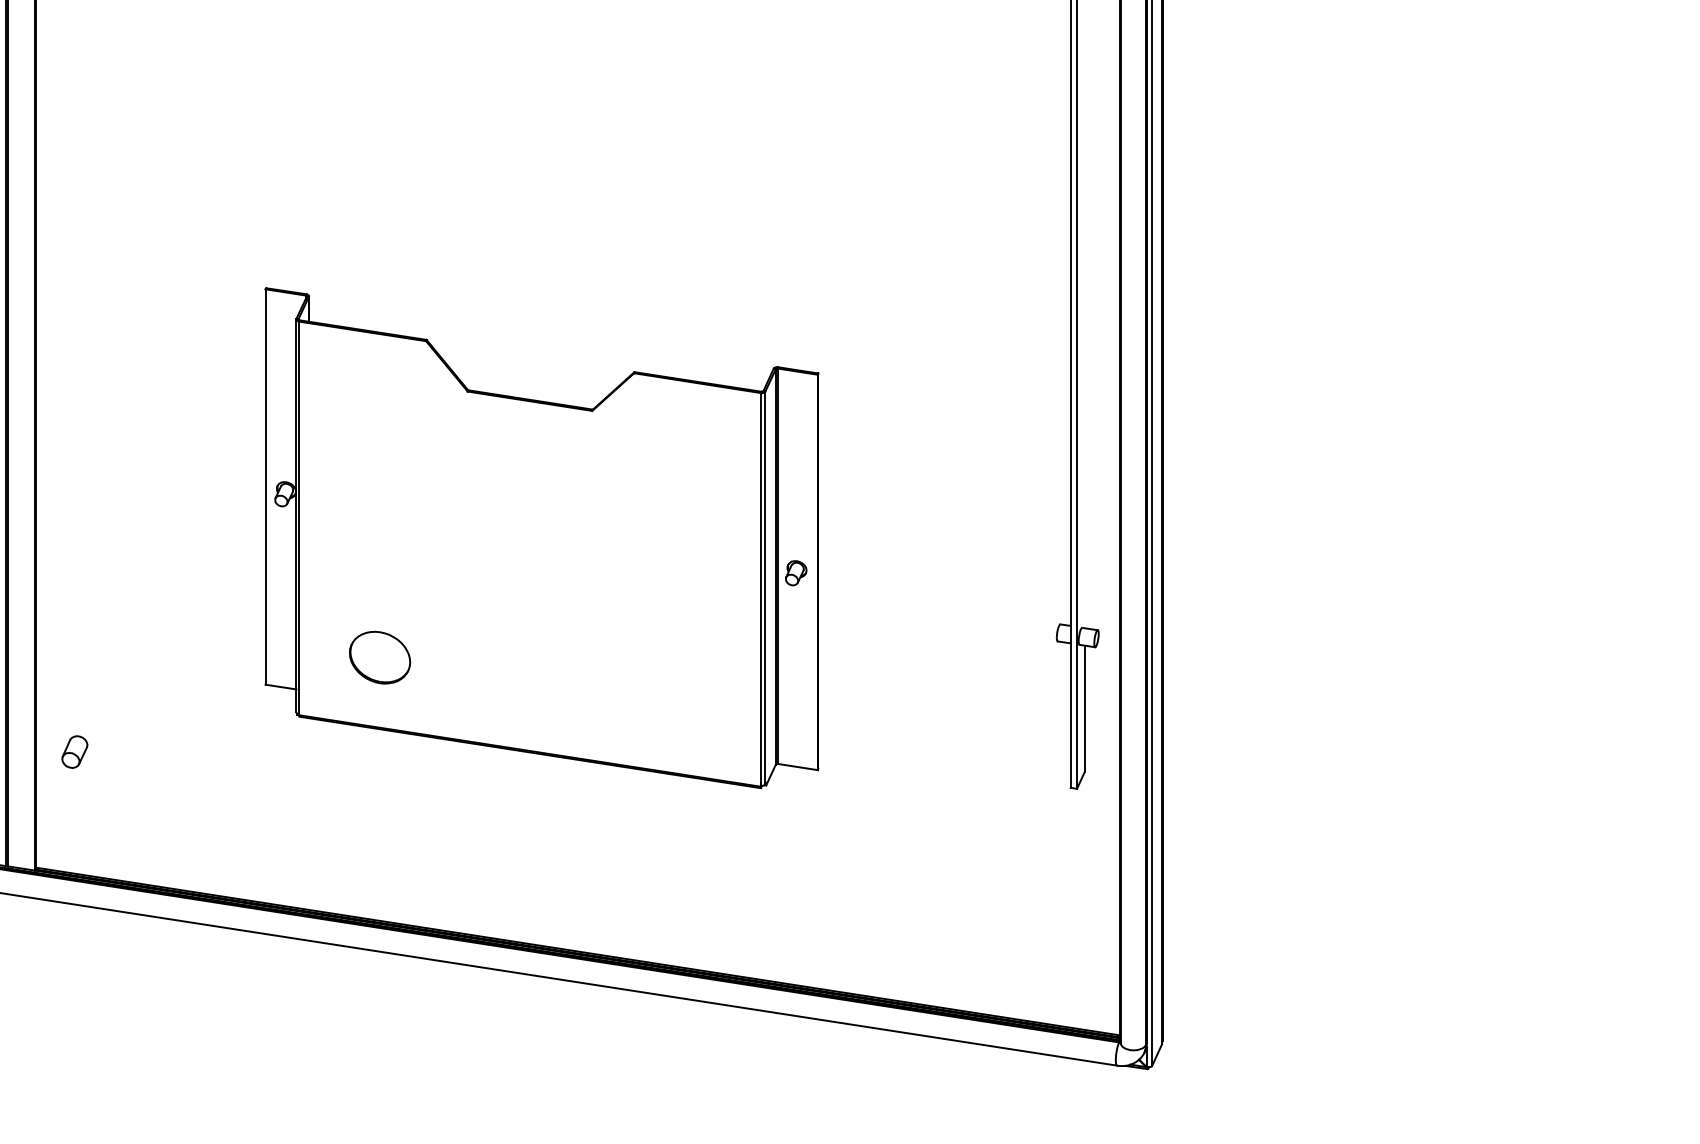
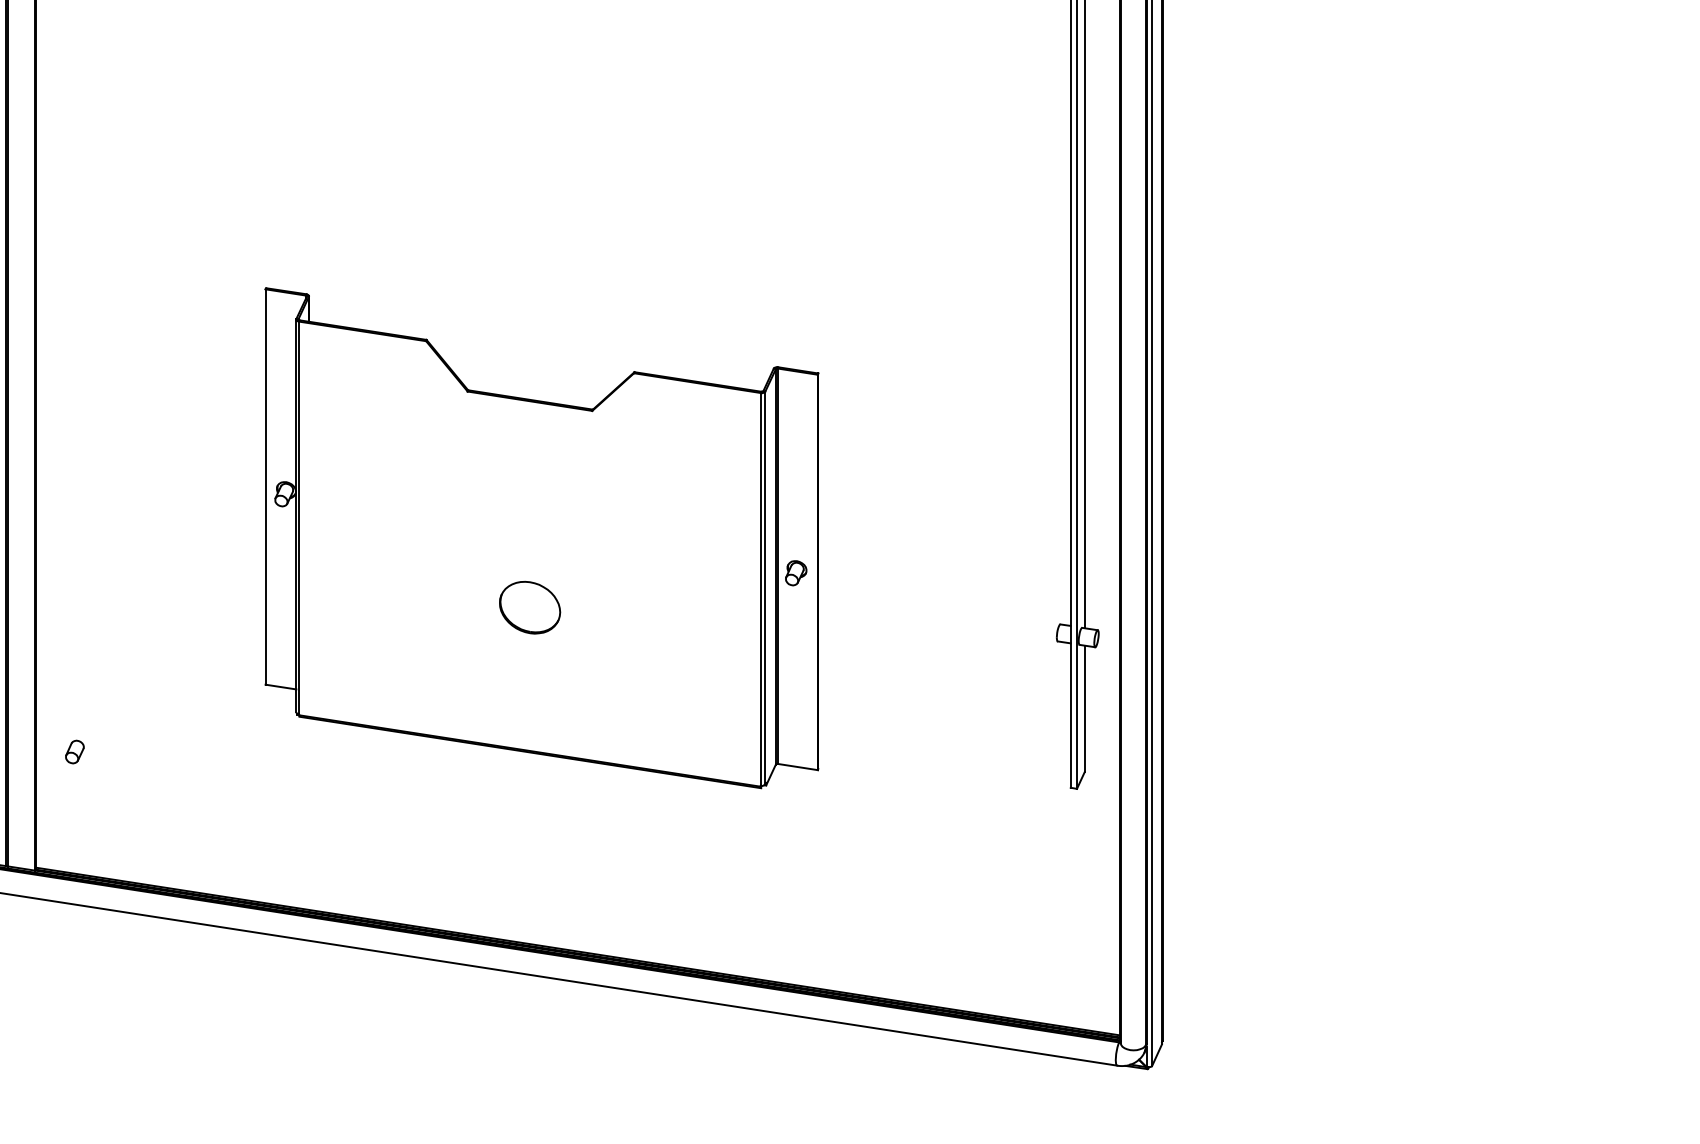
line at (1084, 315): none -> present
part at (380, 657) position: (380, 657) -> (530, 607)
part at (74, 751) size: 28x34 px -> 20x26 px
